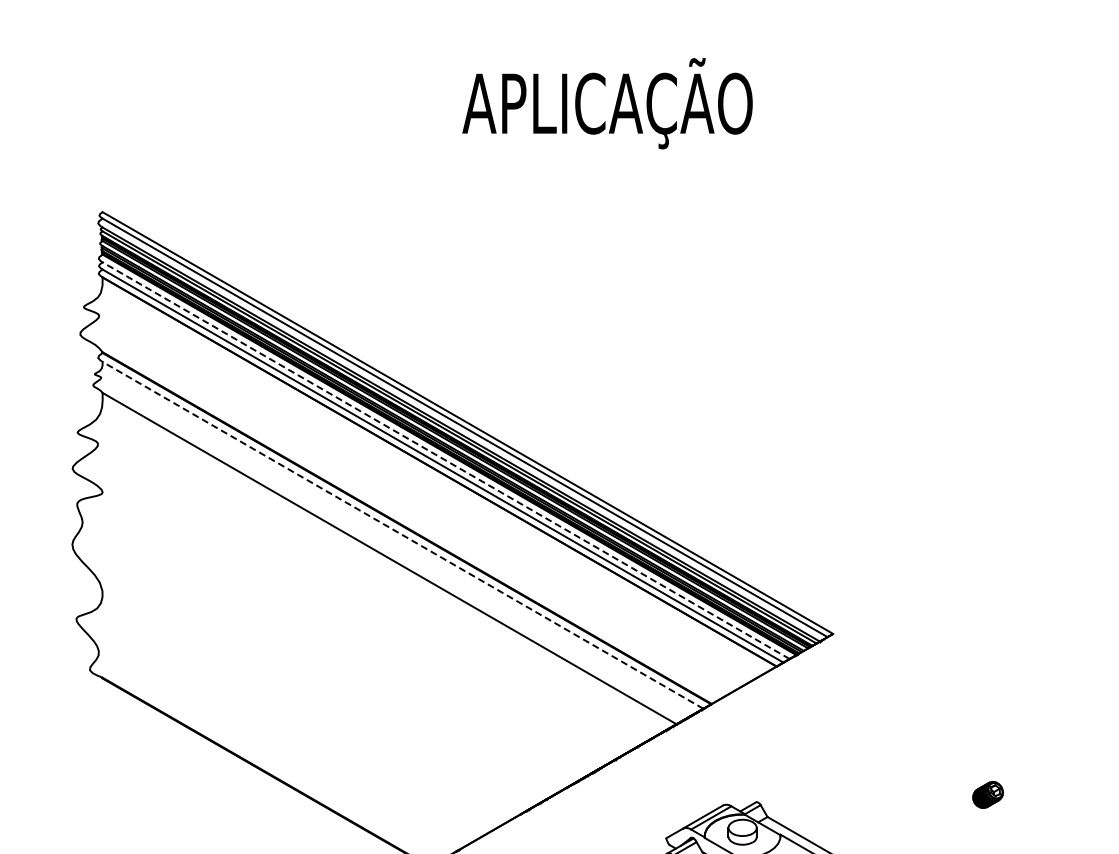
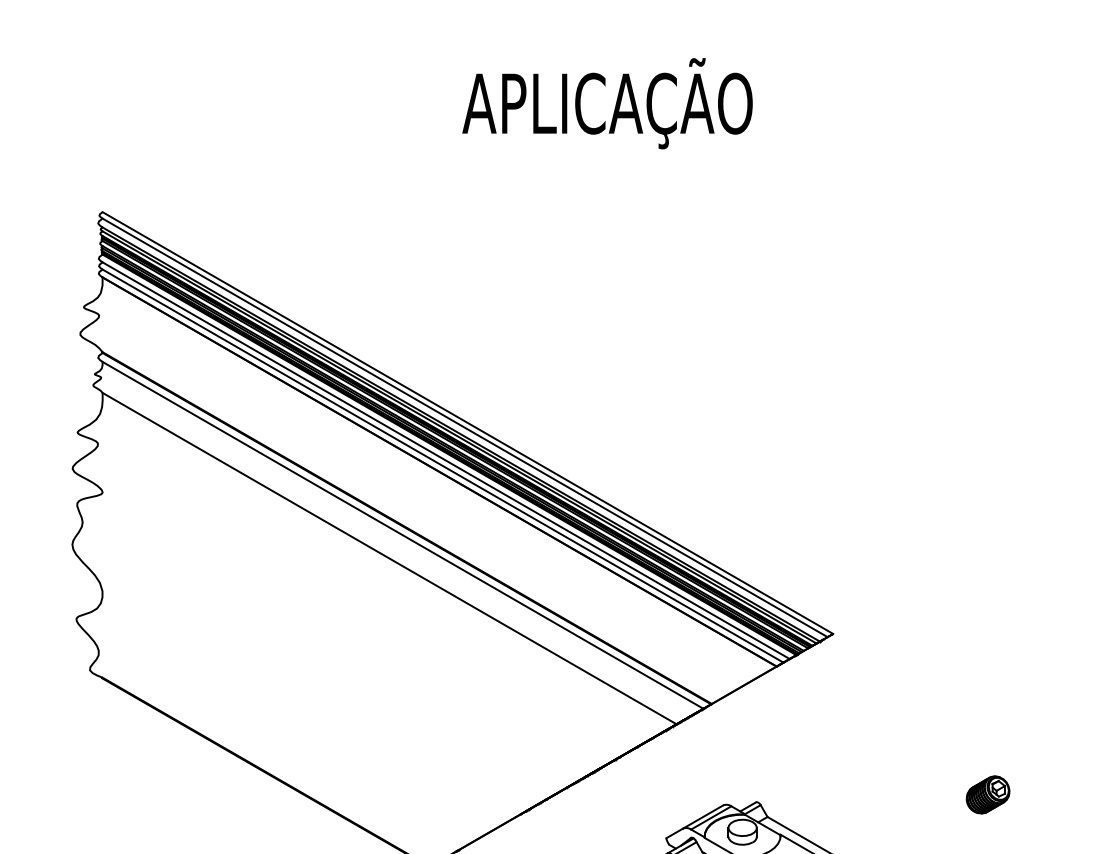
line at (446, 460): dashed -> solid
line at (403, 535): dashed -> solid
part at (987, 794) size: 32x28 px -> 46x40 px
